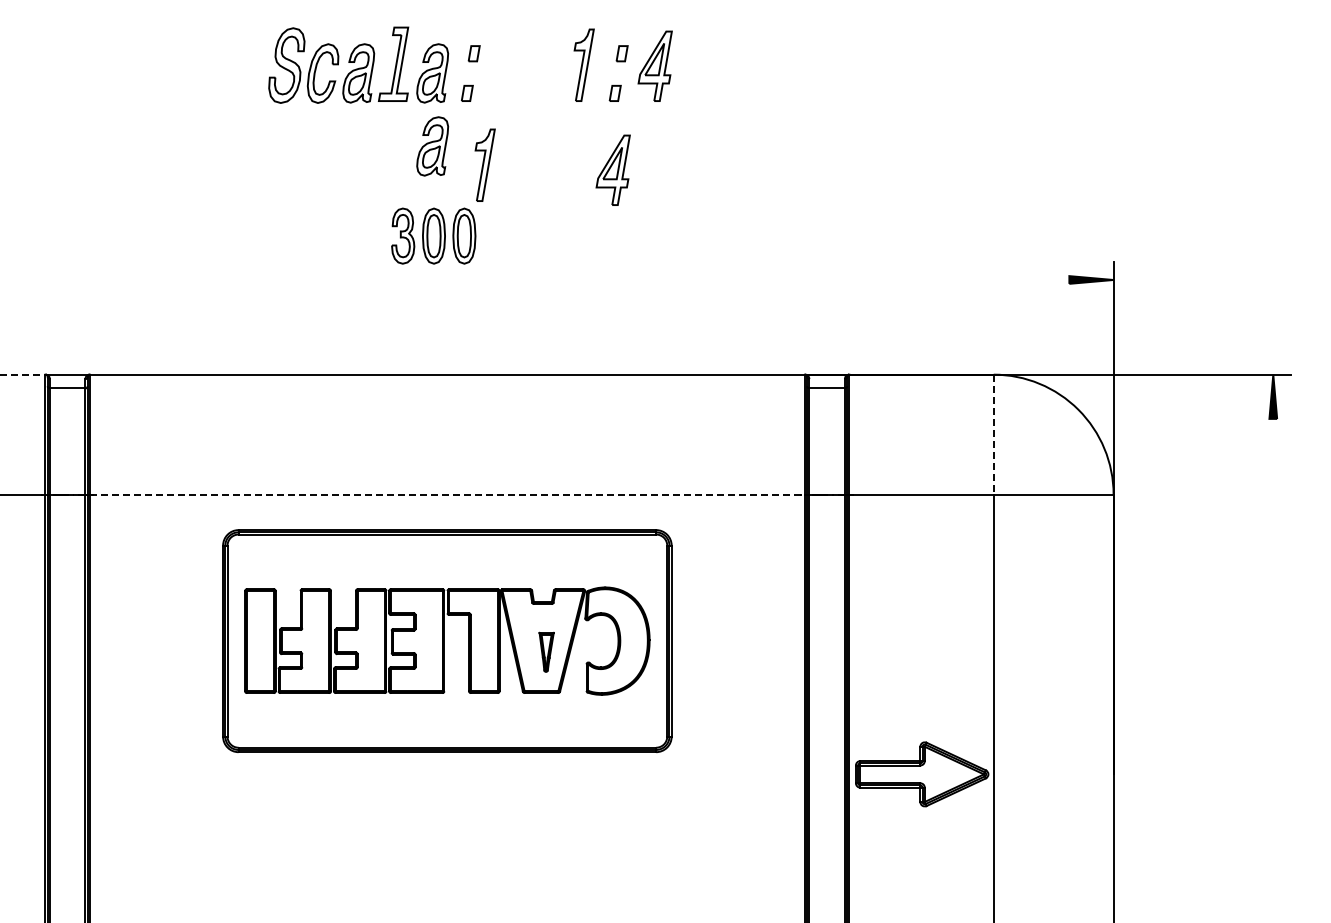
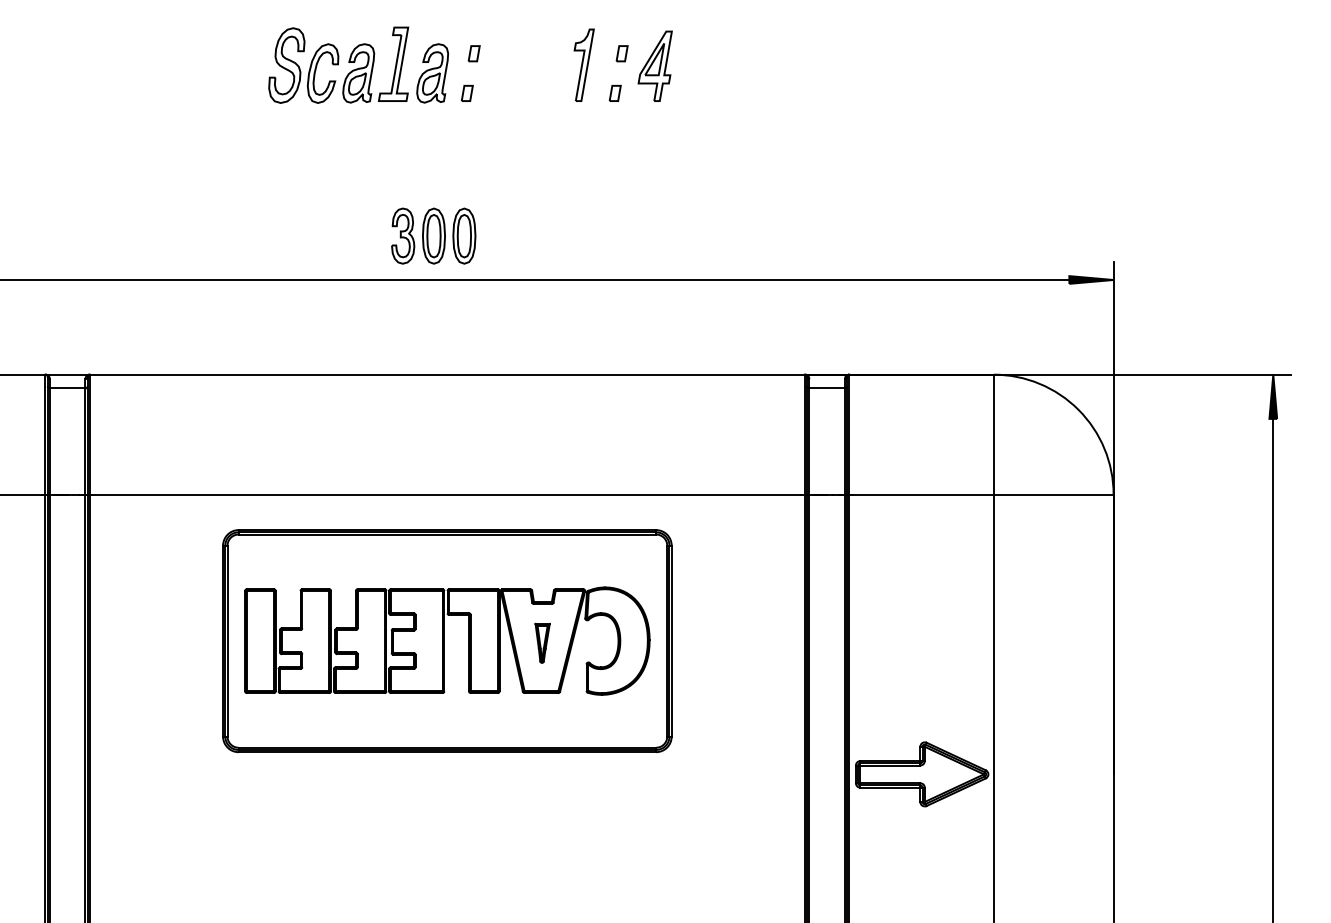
part at (432, 146): present -> none
part at (484, 164): present -> none
part at (612, 169): present -> none
line at (535, 279): none -> present
line at (23, 374): dashed -> solid
line at (993, 434): dashed -> solid
line at (447, 494): dashed -> solid
part at (546, 651) position: (546, 651) -> (542, 642)
line at (1273, 668): none -> present
